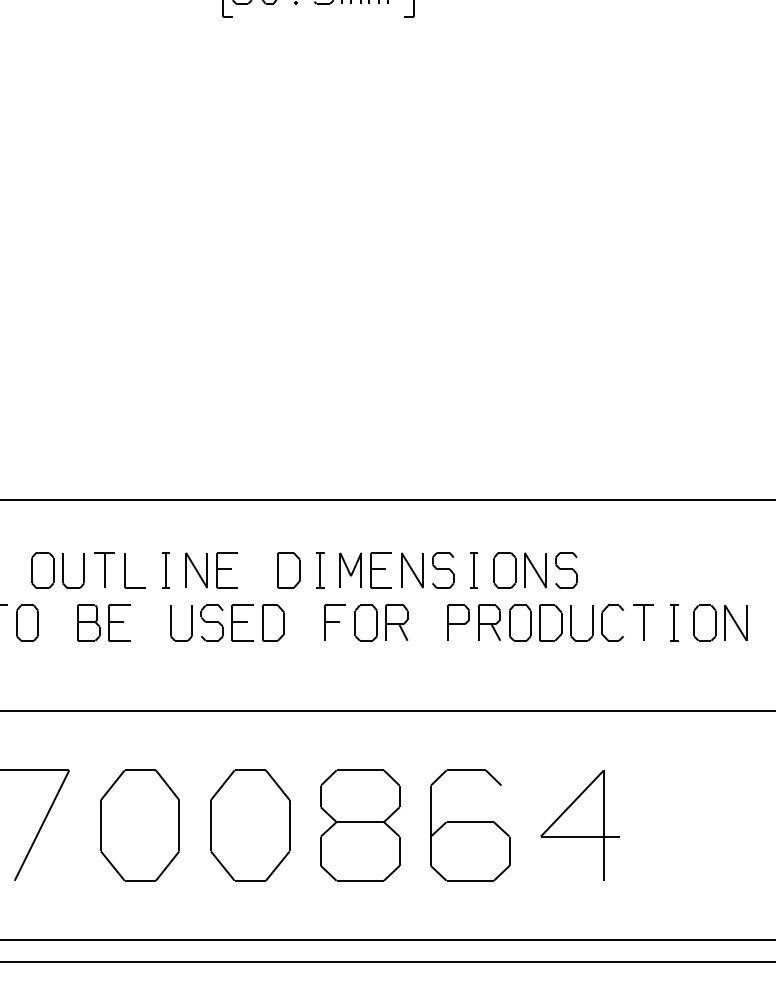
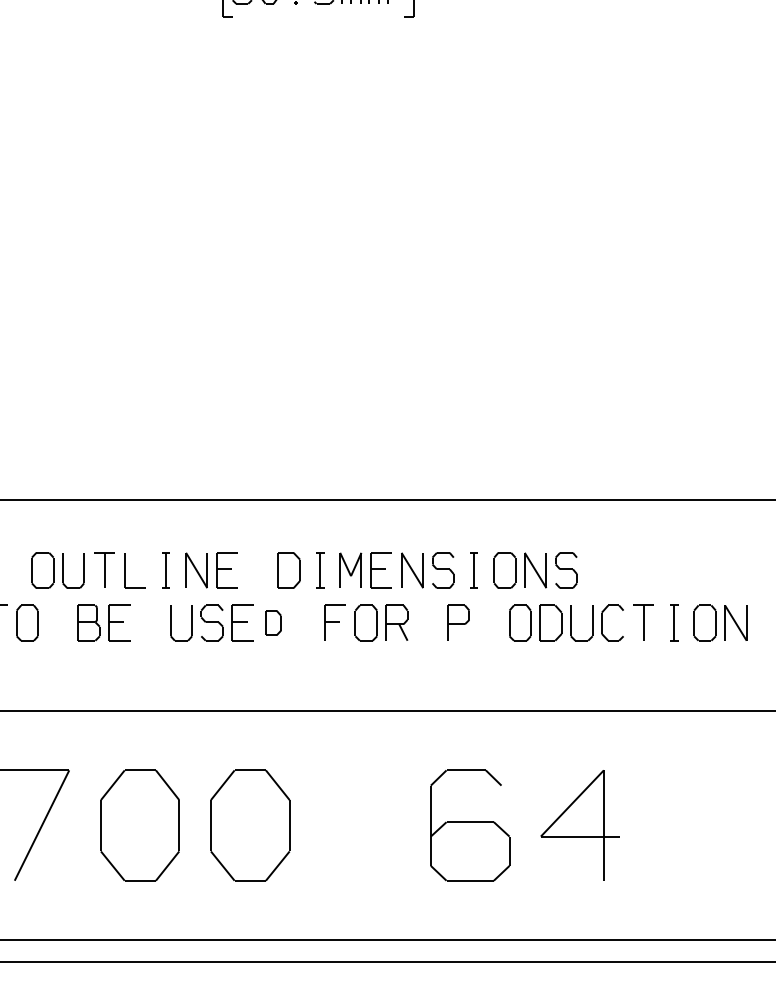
part at (273, 622) size: 23x38 px -> 17x26 px
part at (489, 622): present -> none
part at (360, 825): present -> none
